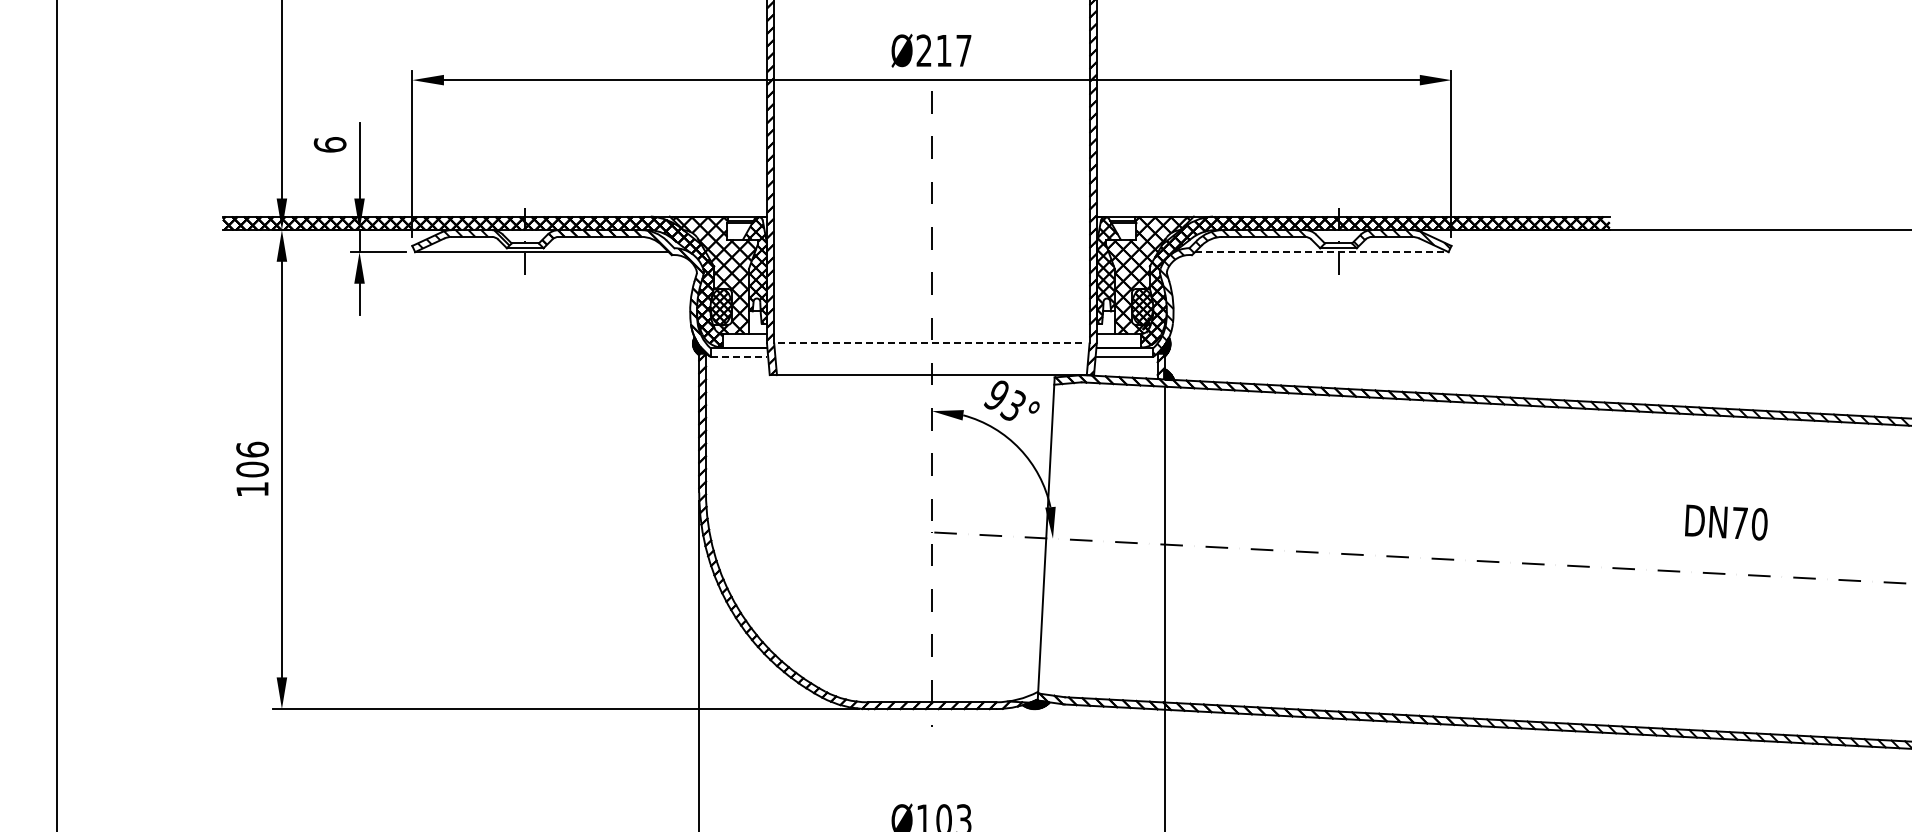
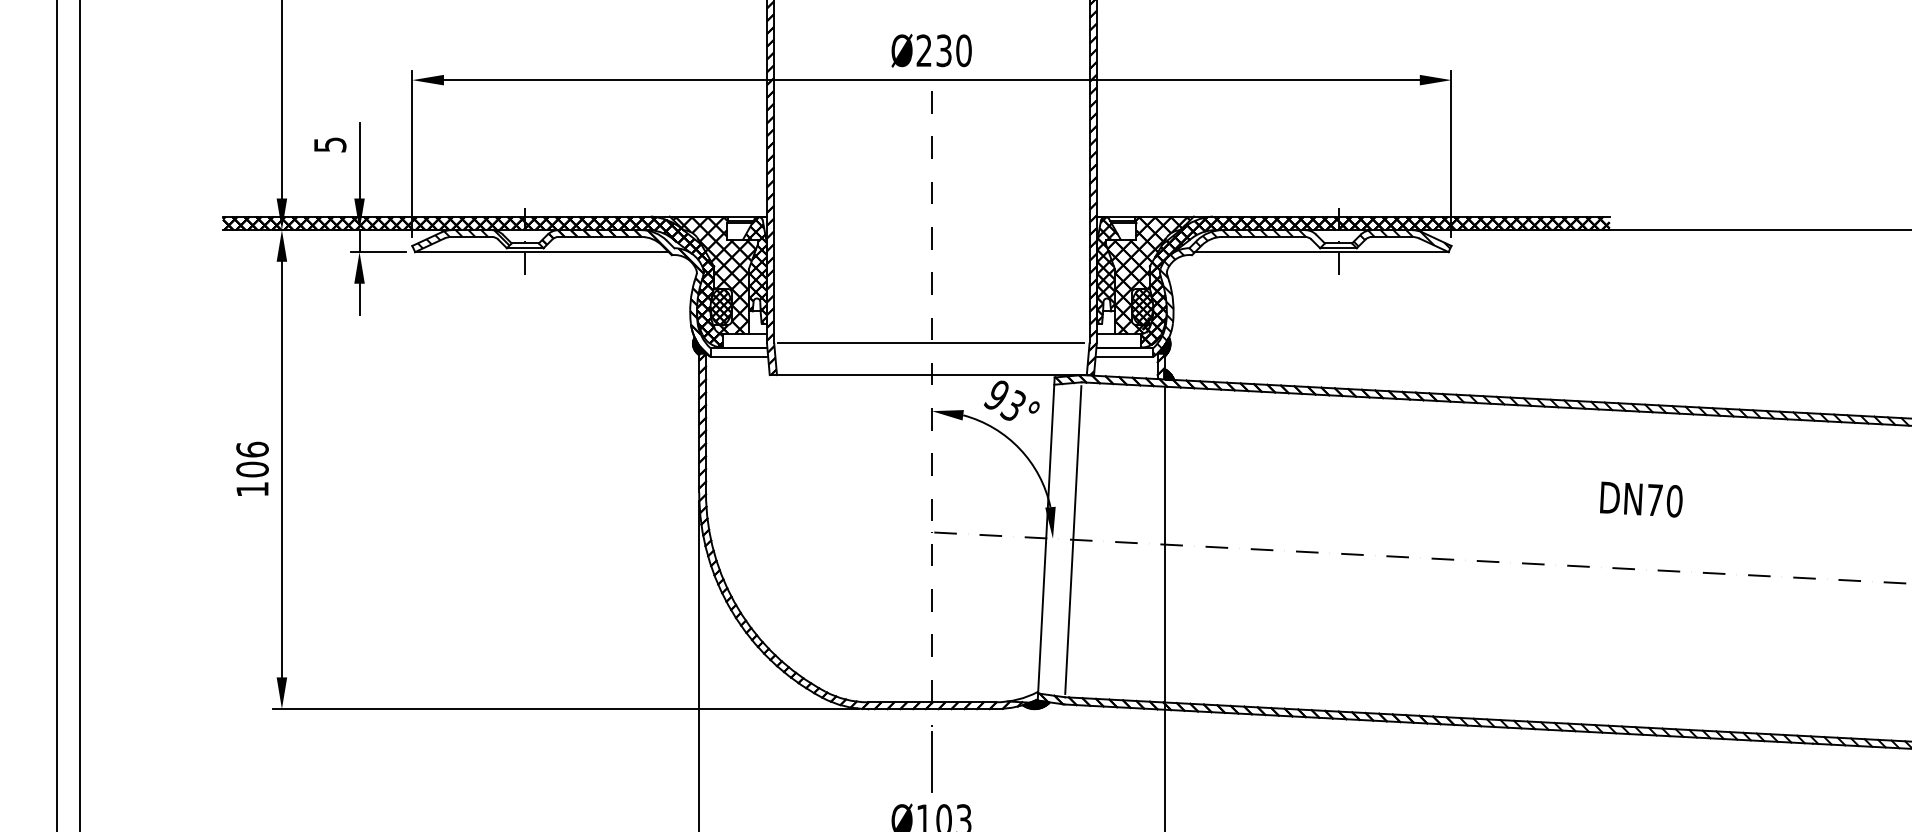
text at (953, 50): Ø217 -> Ø230
text at (329, 144): 6 -> 5
line at (1321, 252): dashed -> solid
line at (930, 343): dashed -> solid
line at (739, 356): dashed -> solid
line at (79, 415): none -> present
text at (1726, 522) position: (1726, 522) -> (1641, 499)
line at (1073, 539): none -> present
line at (931, 761): none -> present
